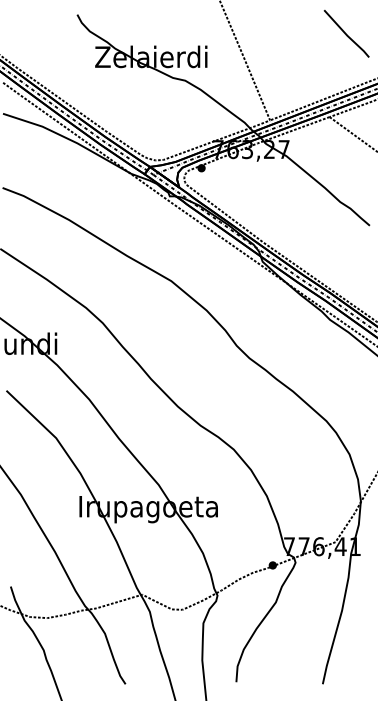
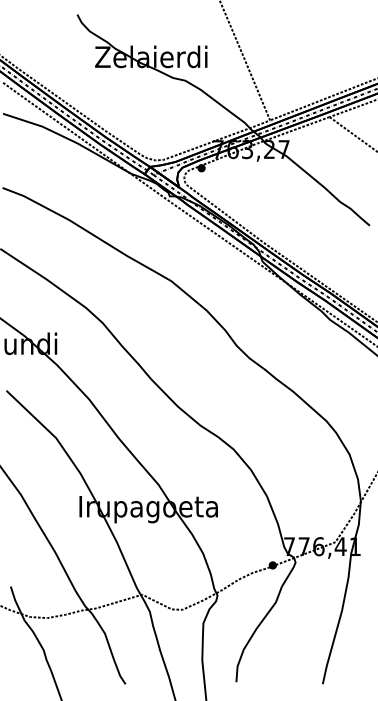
line at (346, 33): present -> none
